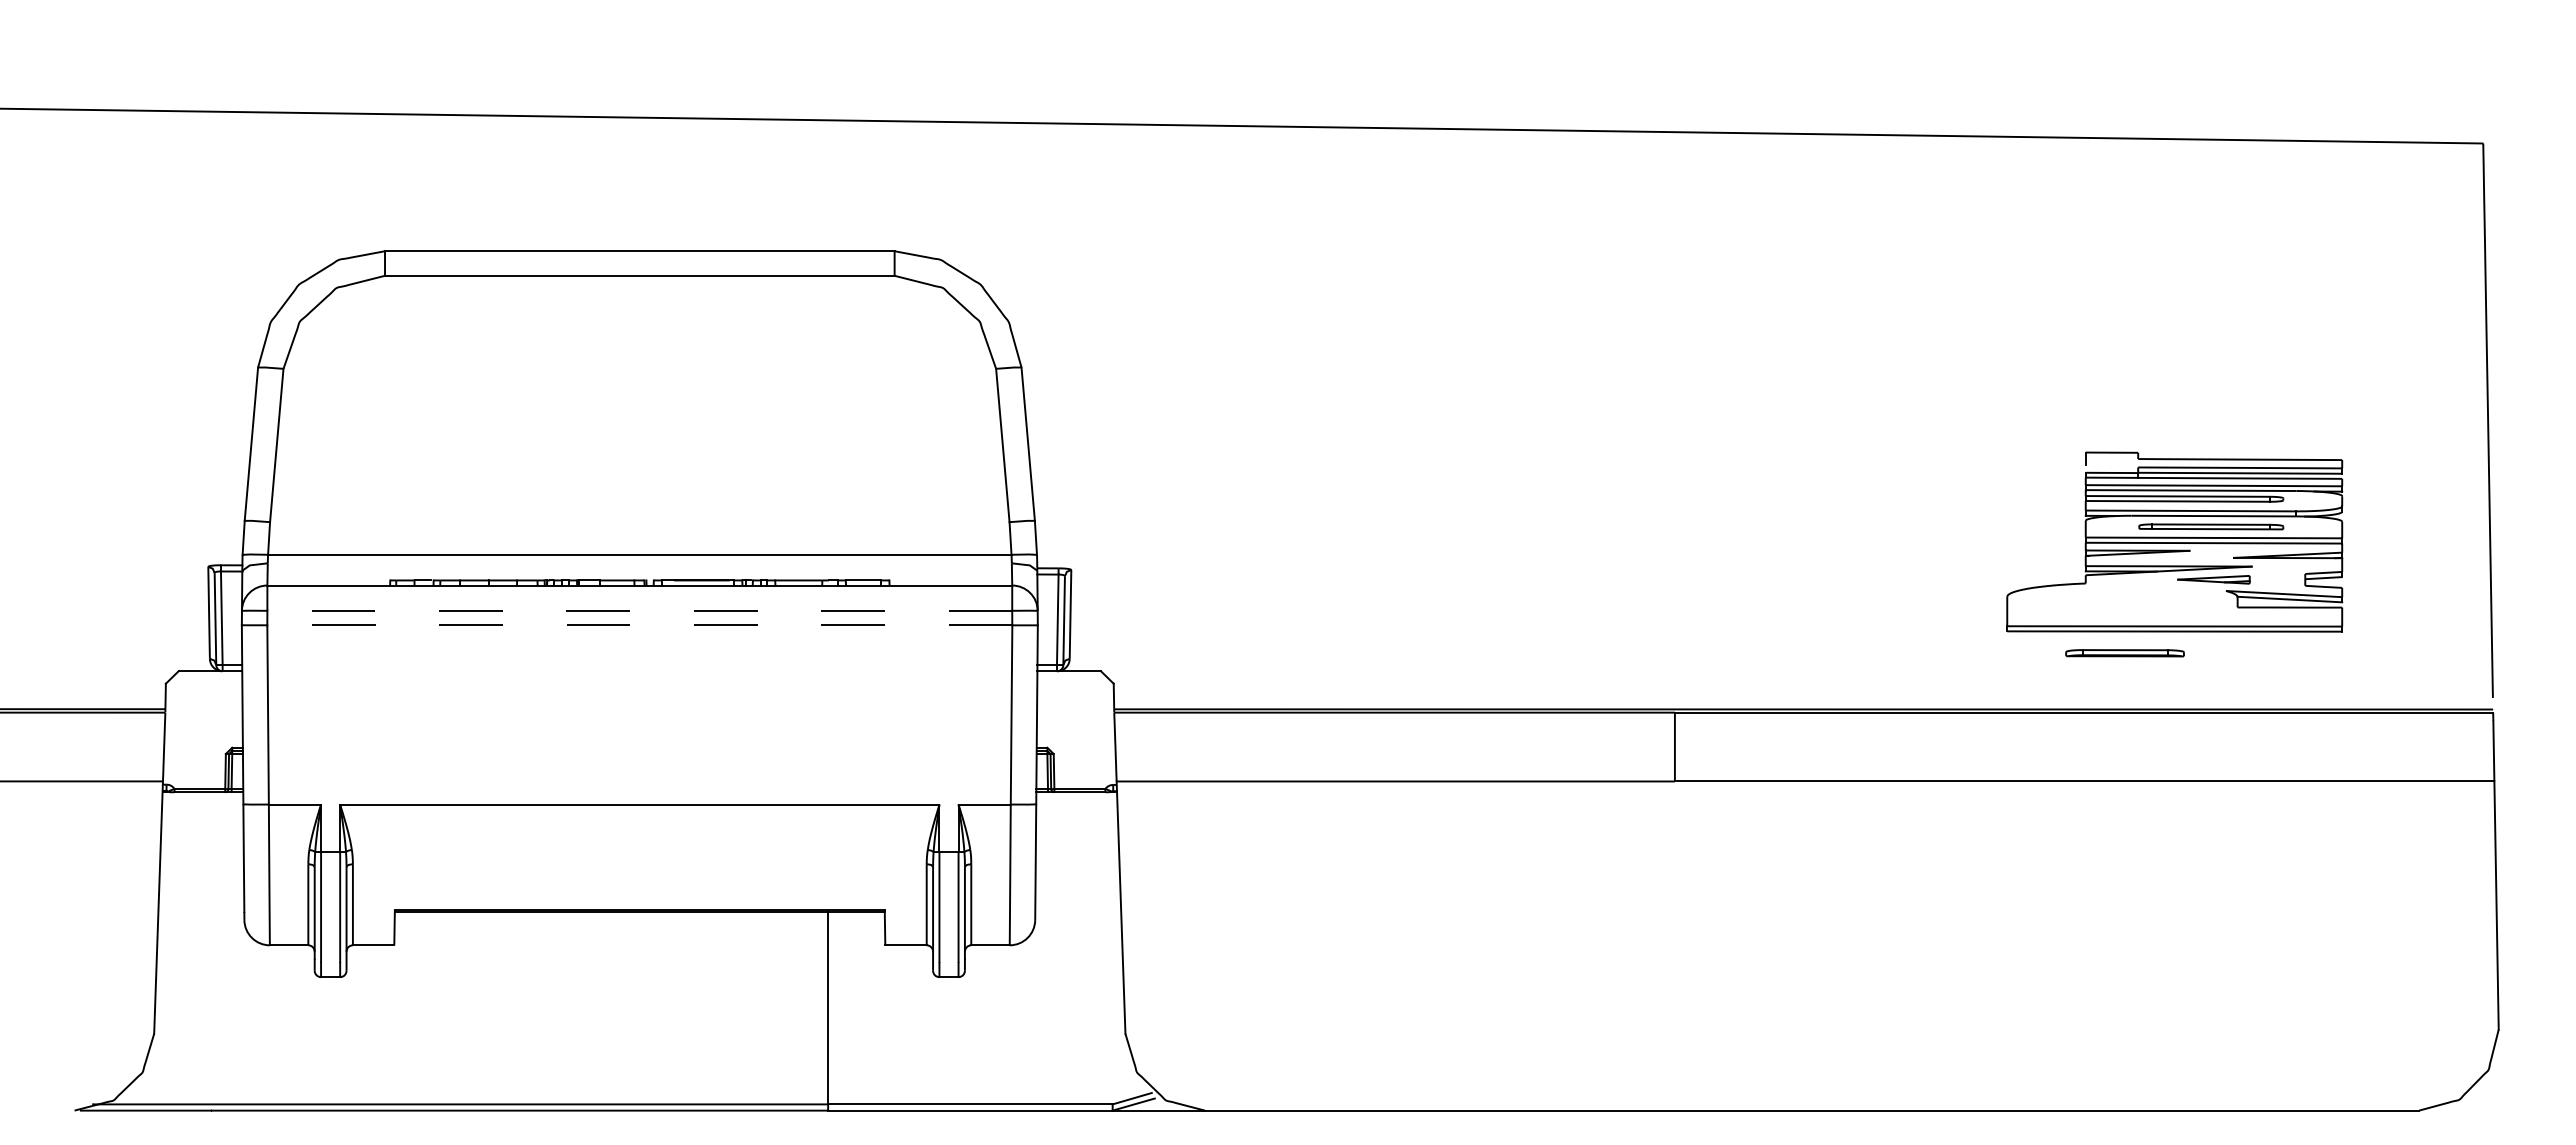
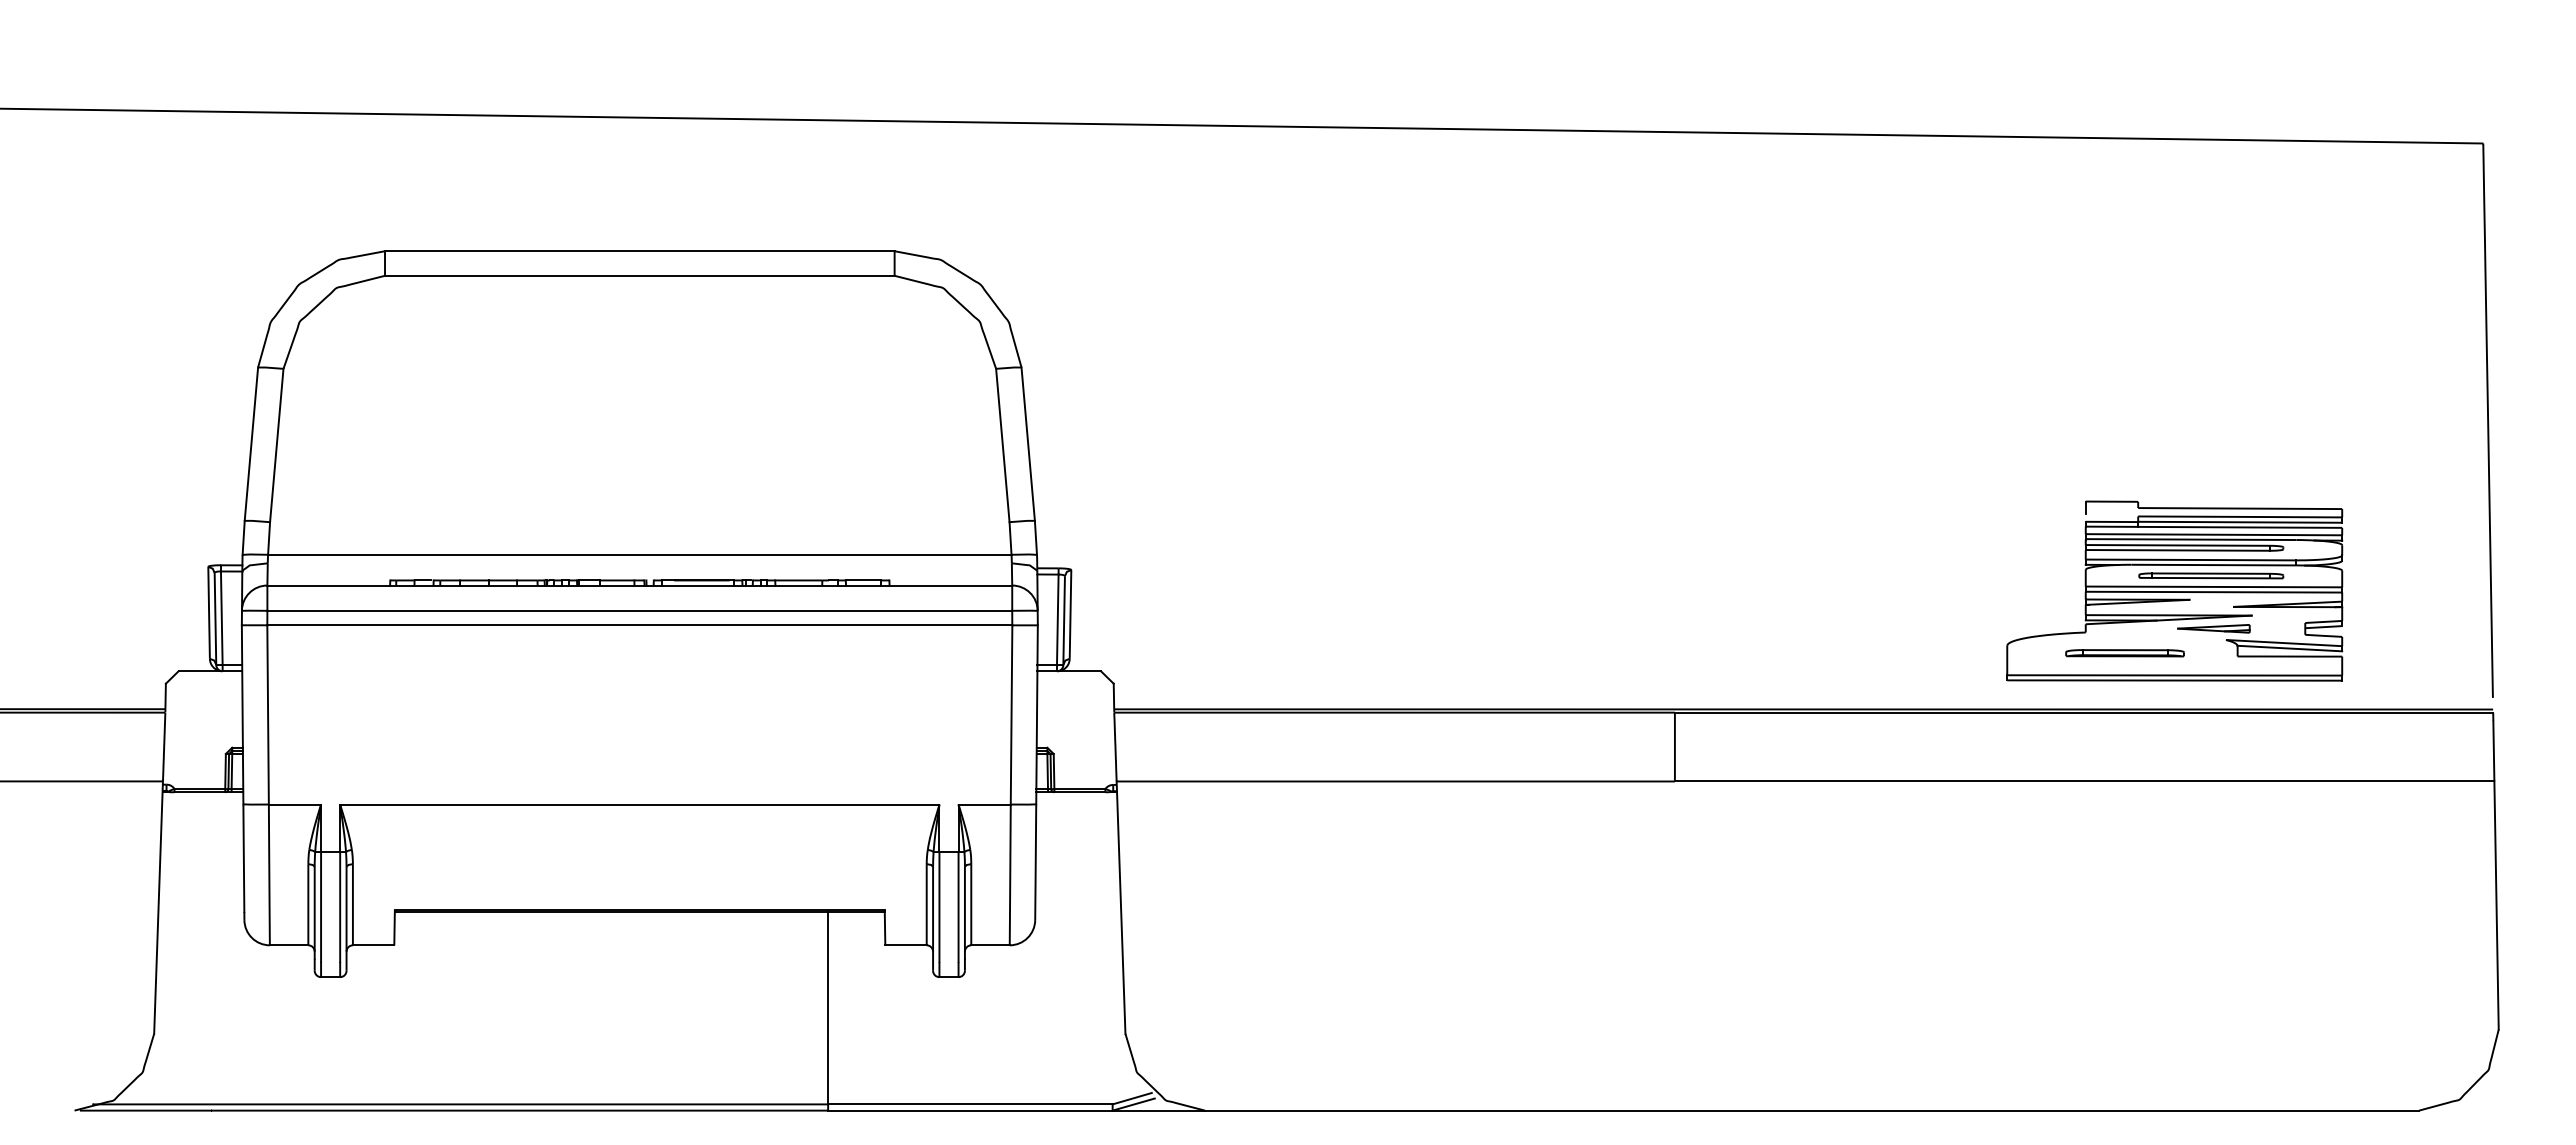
part at (2174, 541) position: (2174, 541) -> (2174, 590)
line at (639, 610): dashed -> solid
line at (639, 625): dashed -> solid
